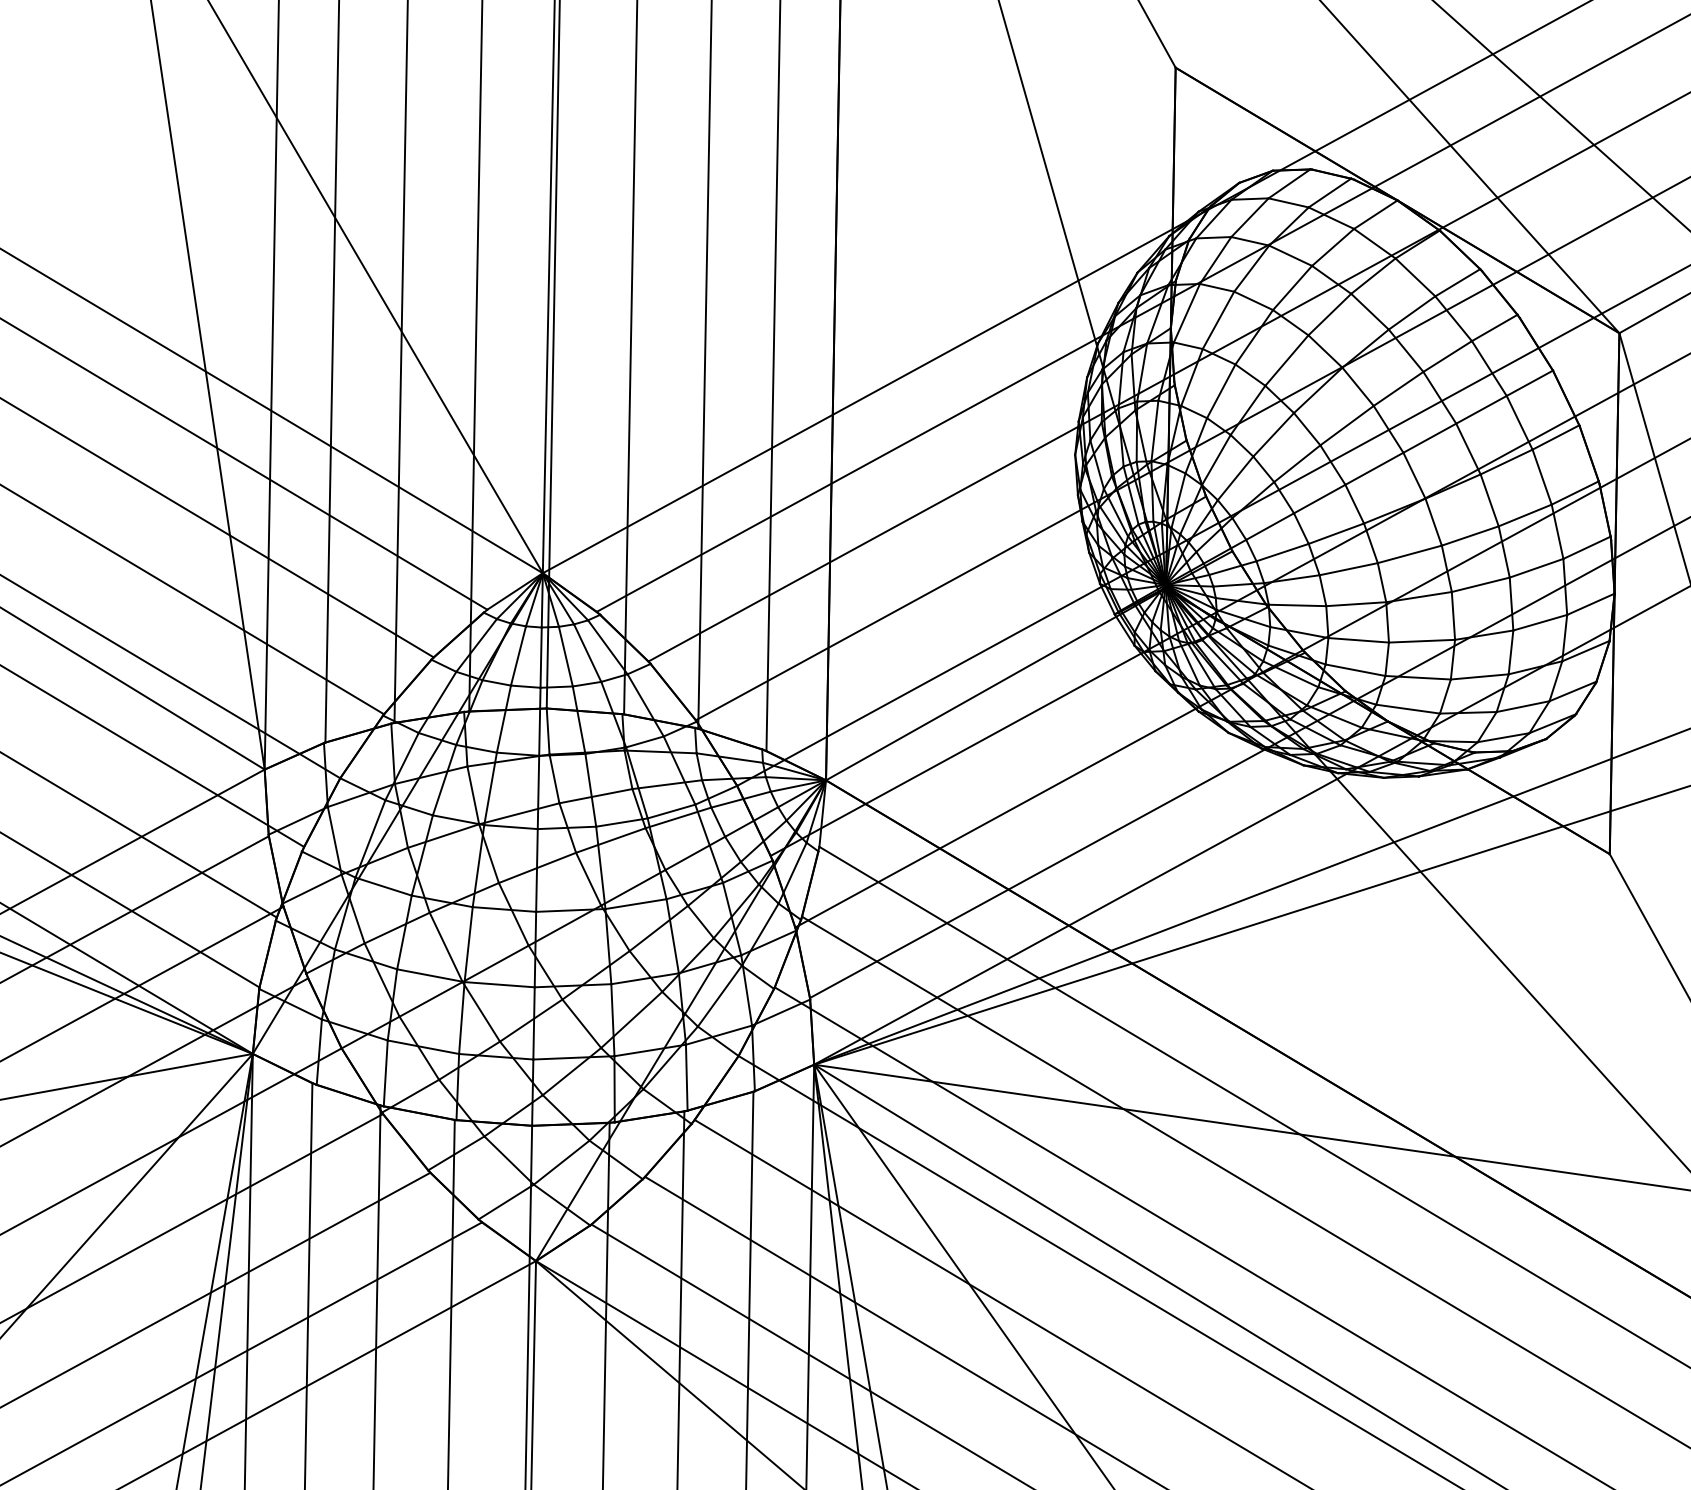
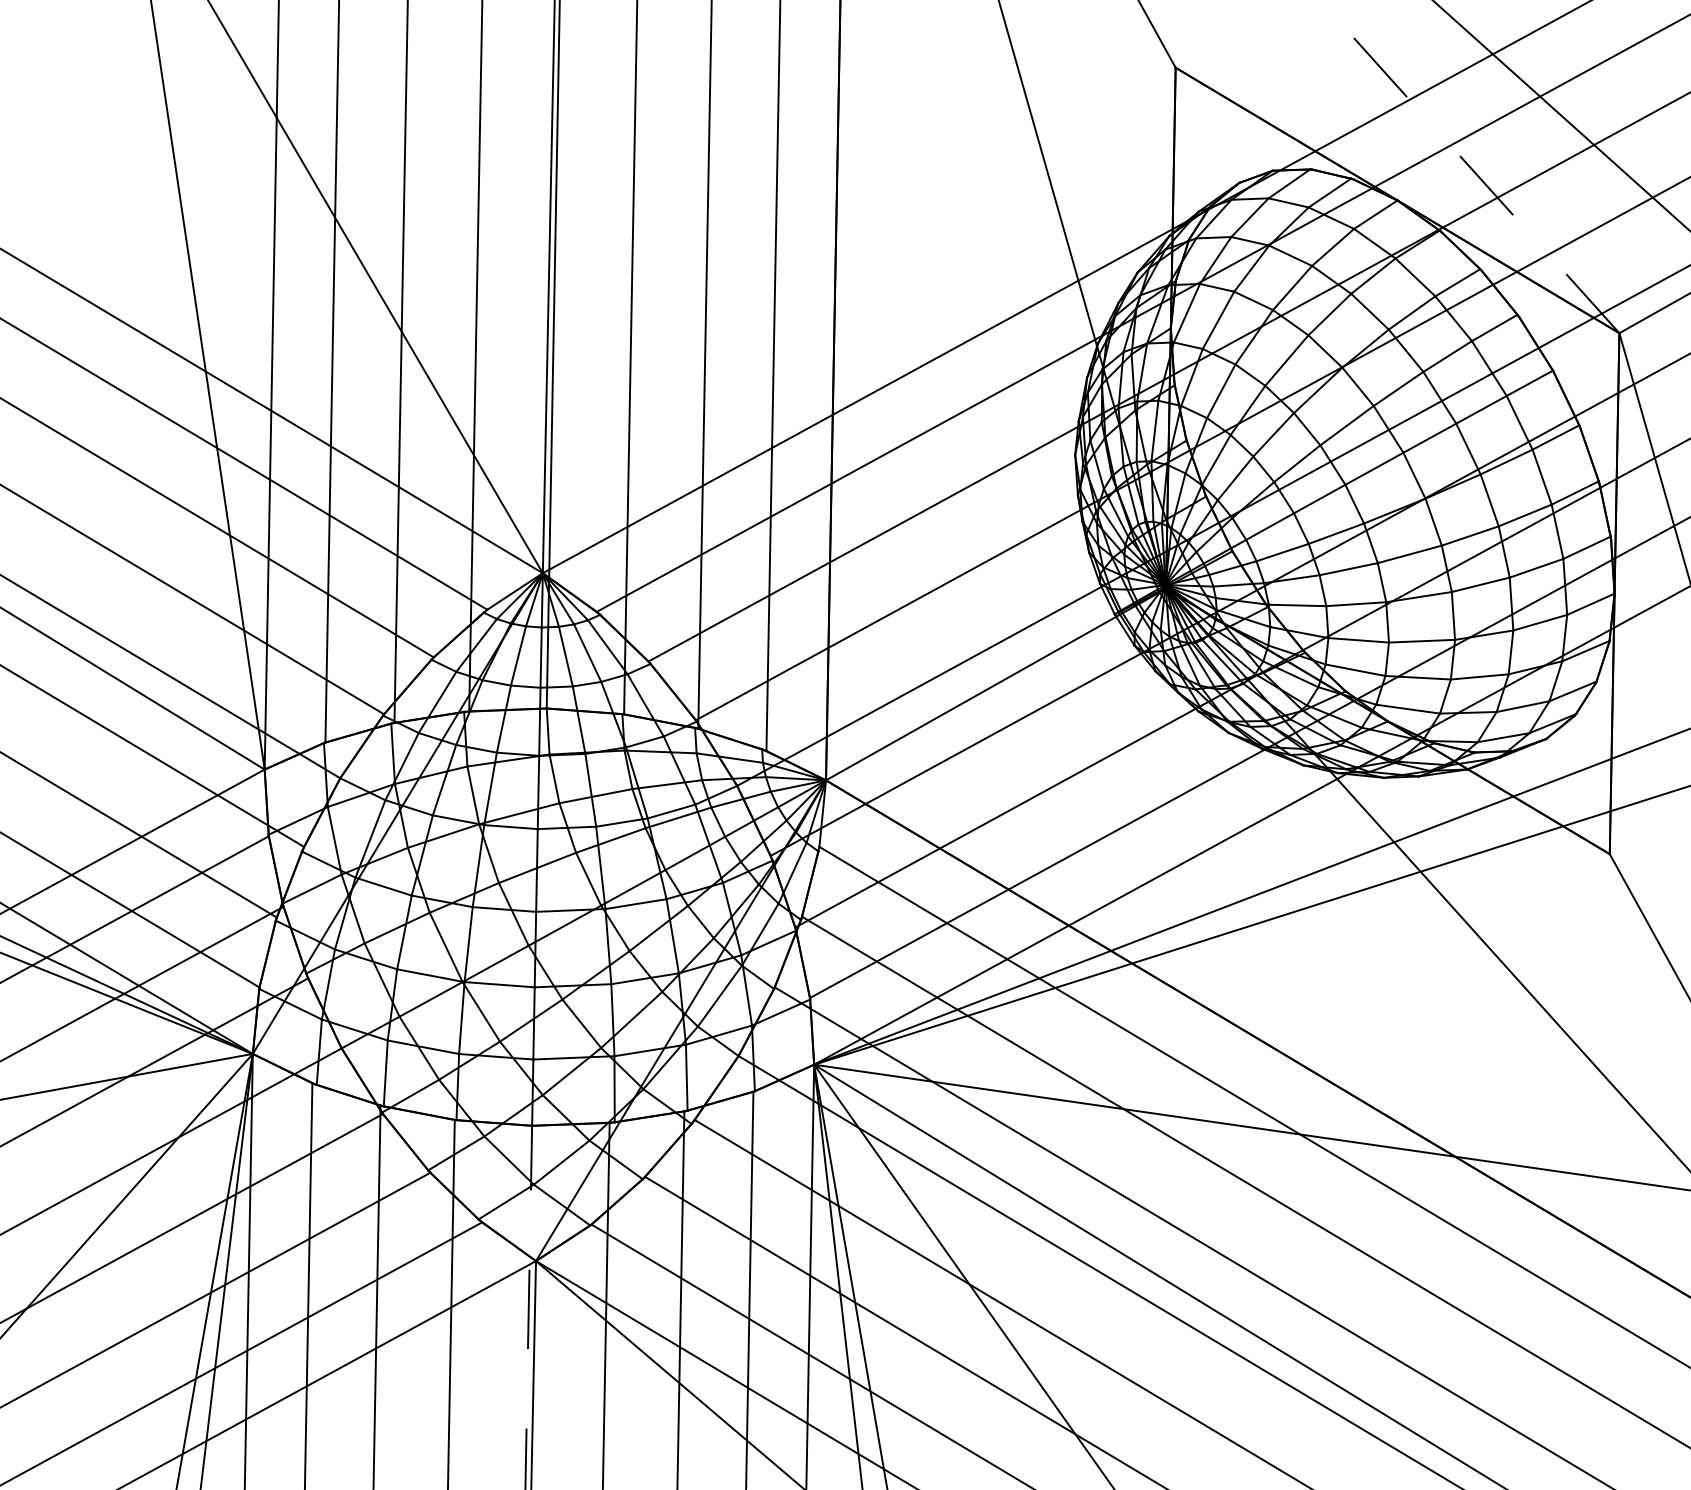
line at (1469, 166): solid -> dashed
line at (528, 1307): solid -> dashed
